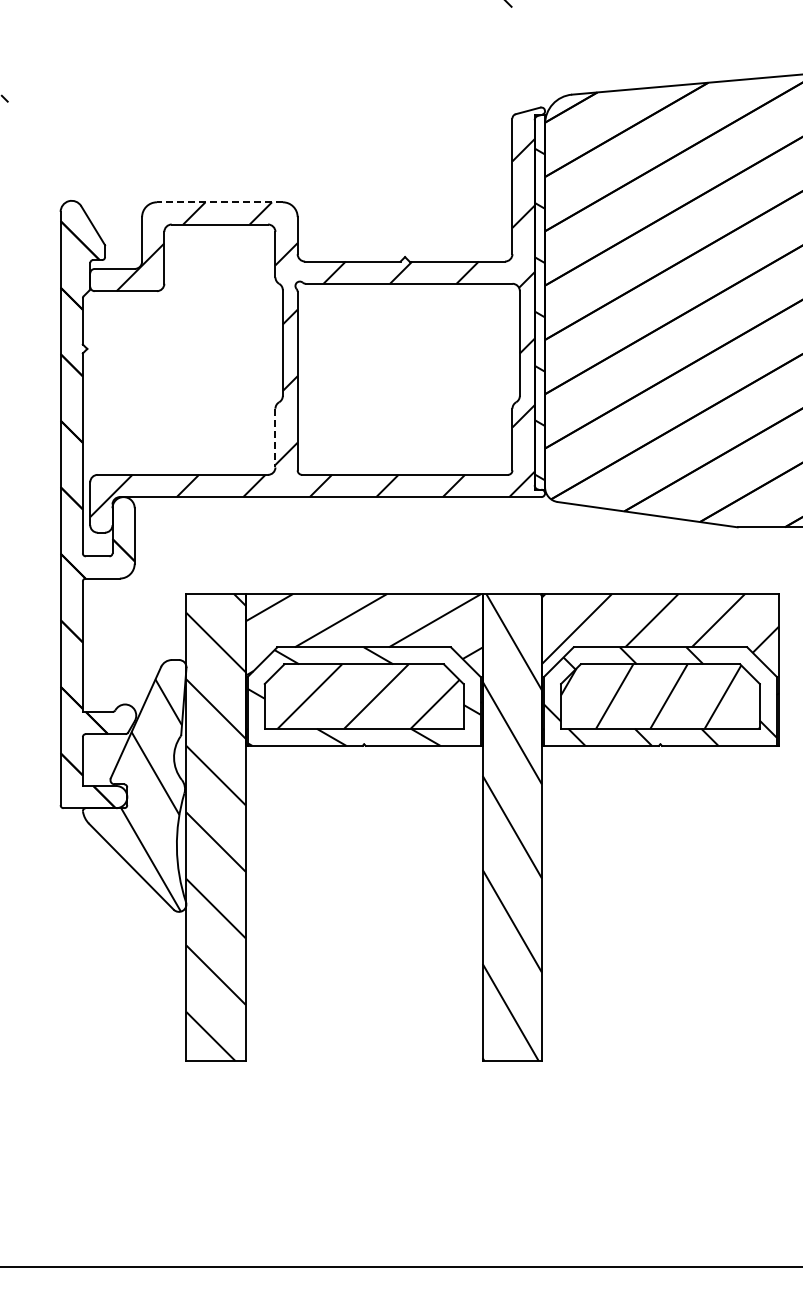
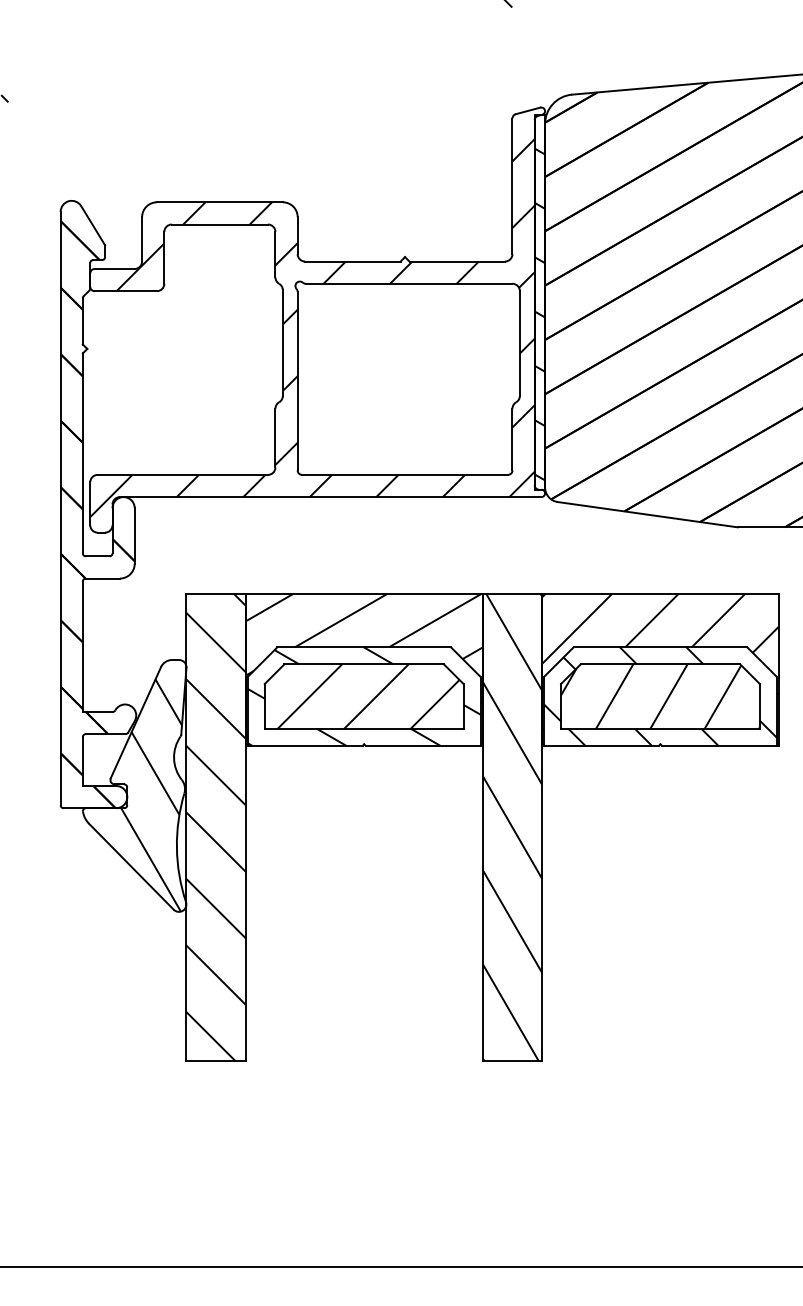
line at (219, 202): dashed -> solid
line at (275, 438): dashed -> solid
